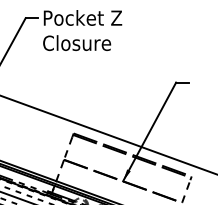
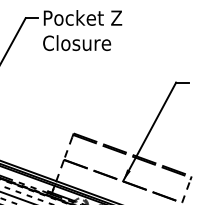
line at (108, 134): present -> none
